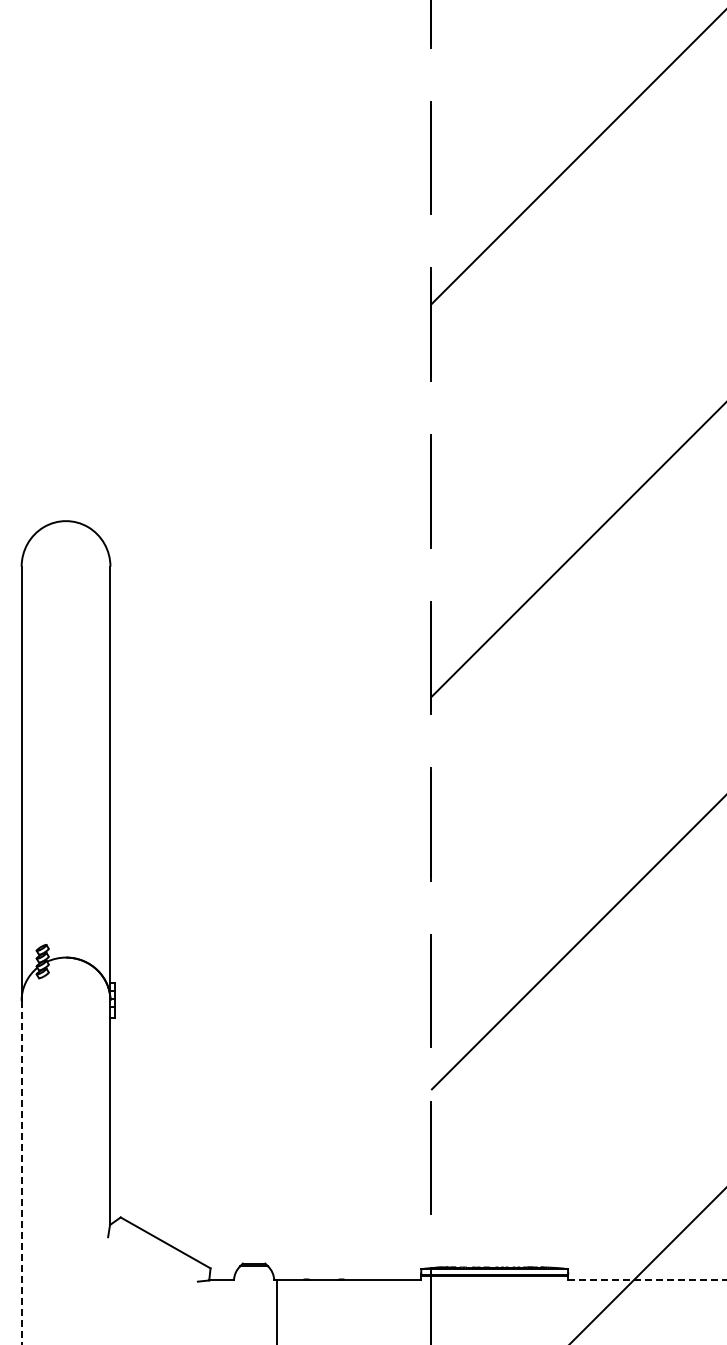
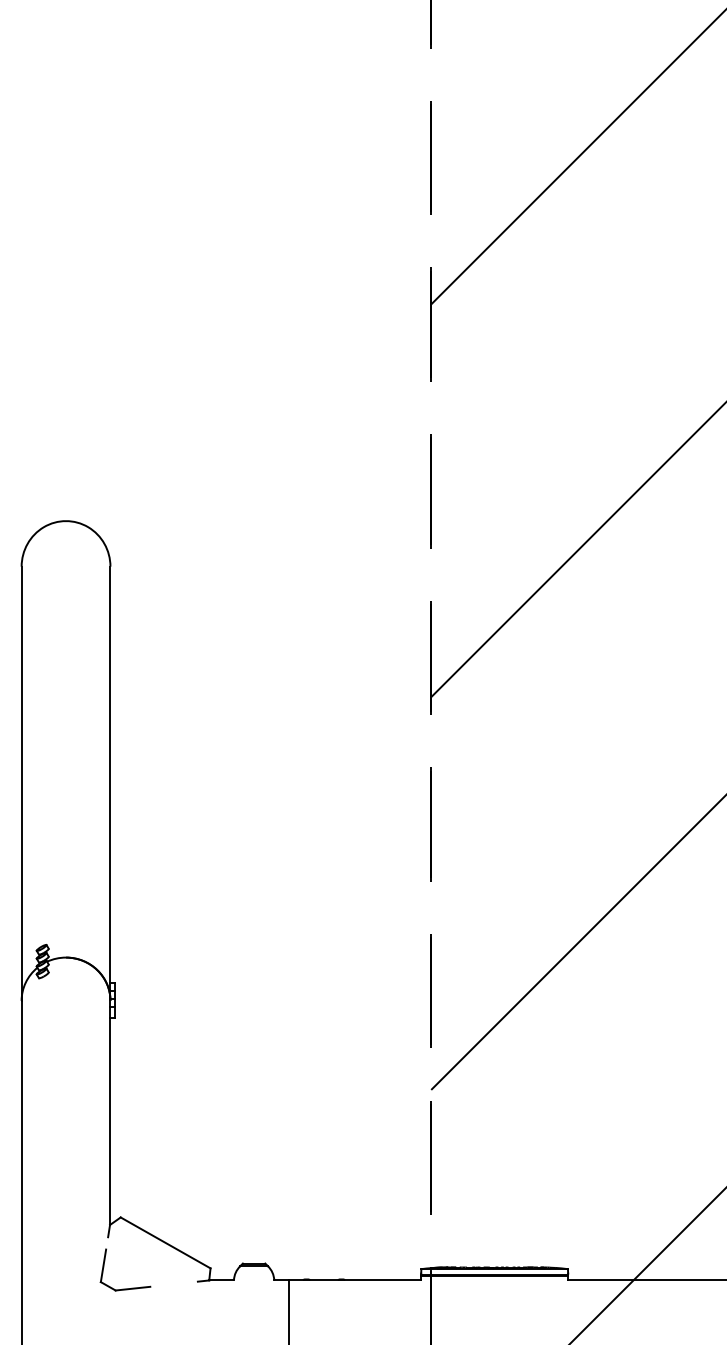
line at (21, 1172): dashed -> solid
line at (647, 1280): dashed -> solid
part at (131, 1287): none -> present
line at (277, 1310) position: (277, 1310) -> (289, 1310)
